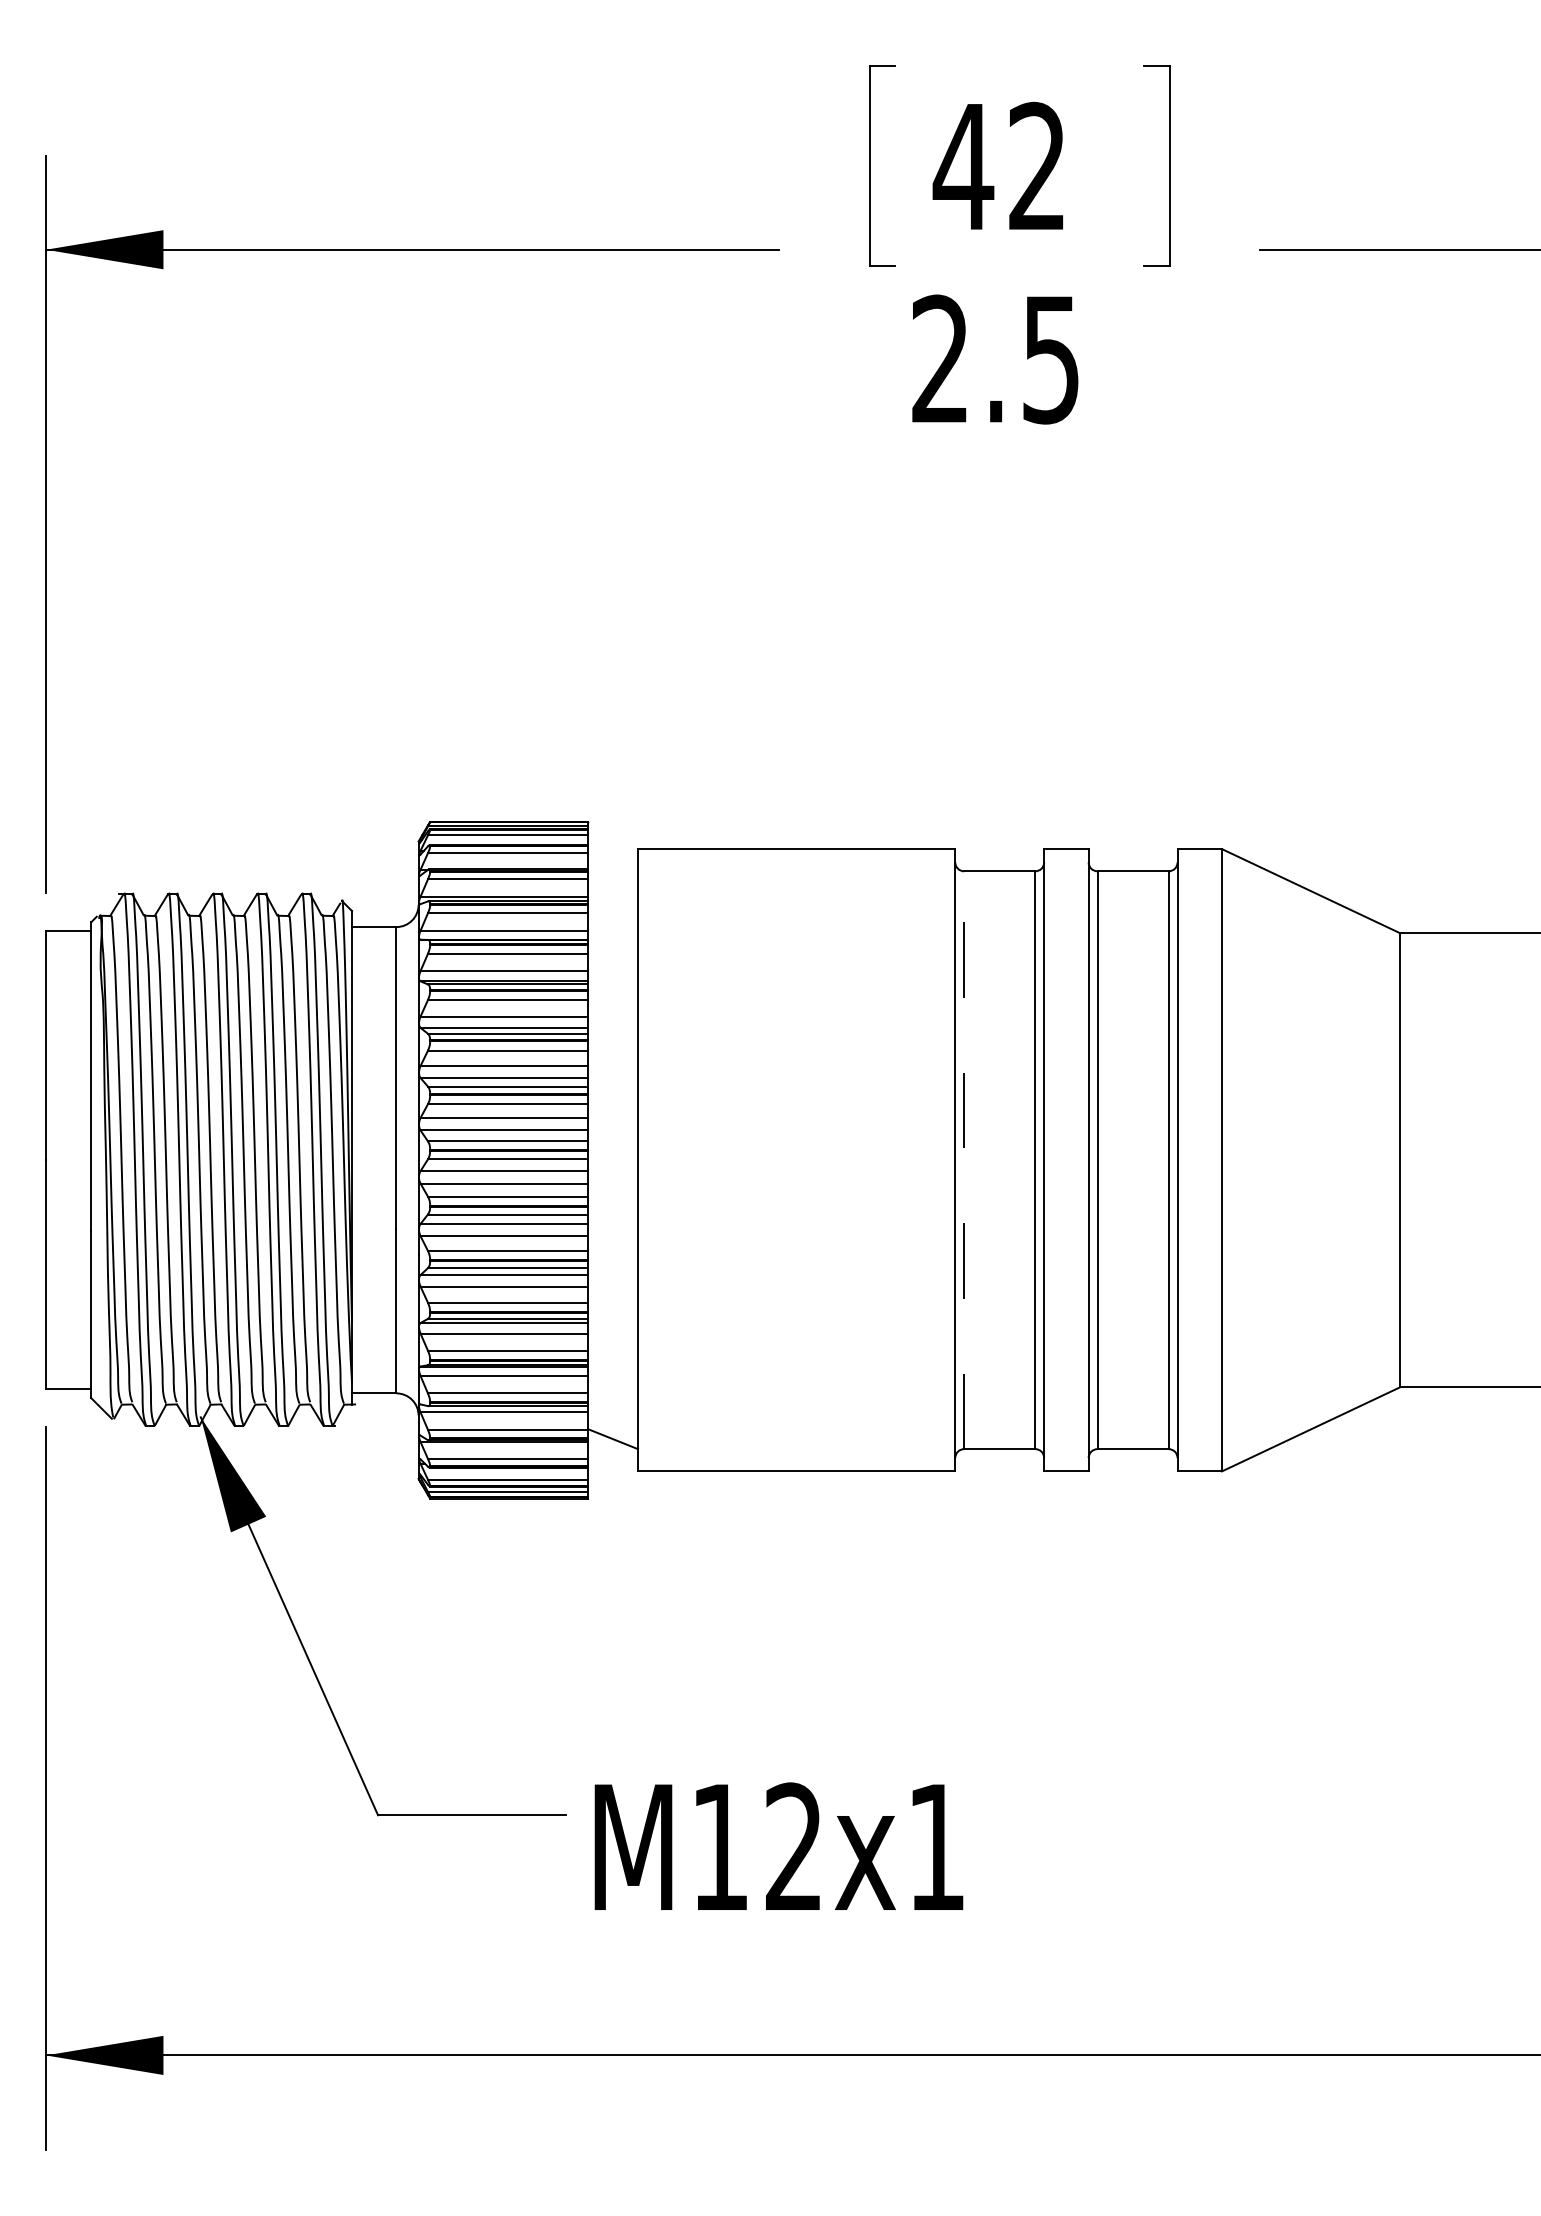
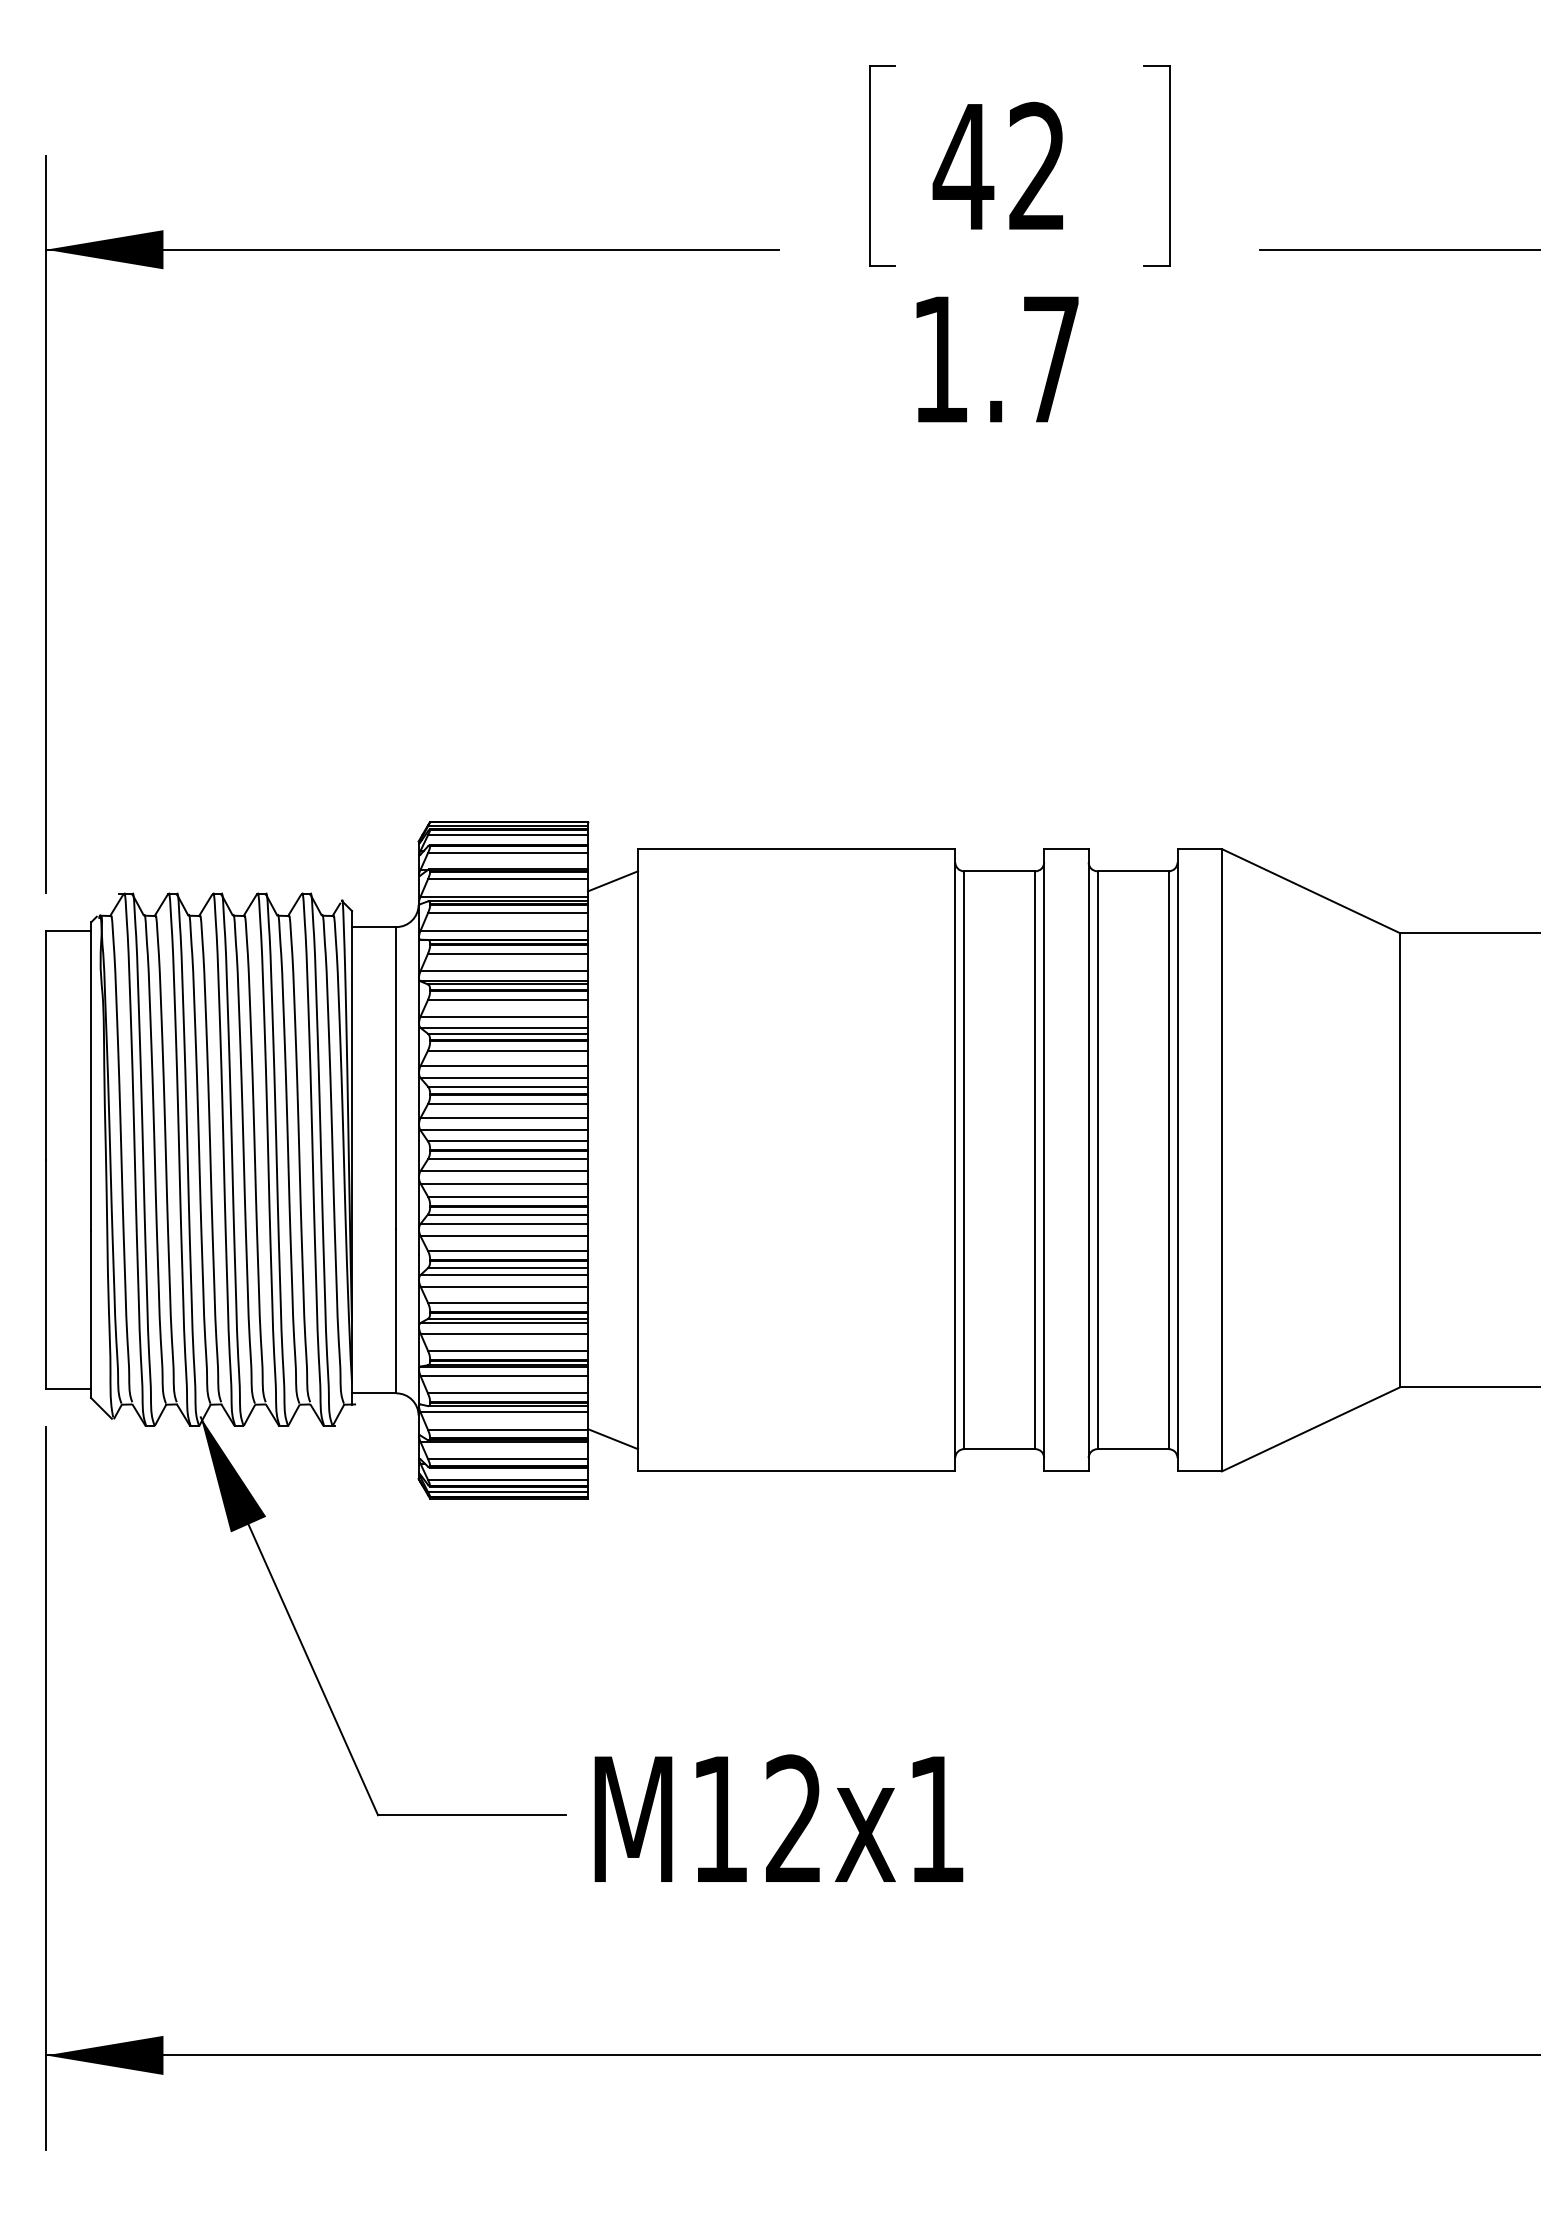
text at (995, 359): 2.5 -> 1.7
line at (612, 881): none -> present
line at (964, 1160): dashed -> solid
text at (778, 1845) position: (778, 1845) -> (778, 1817)
